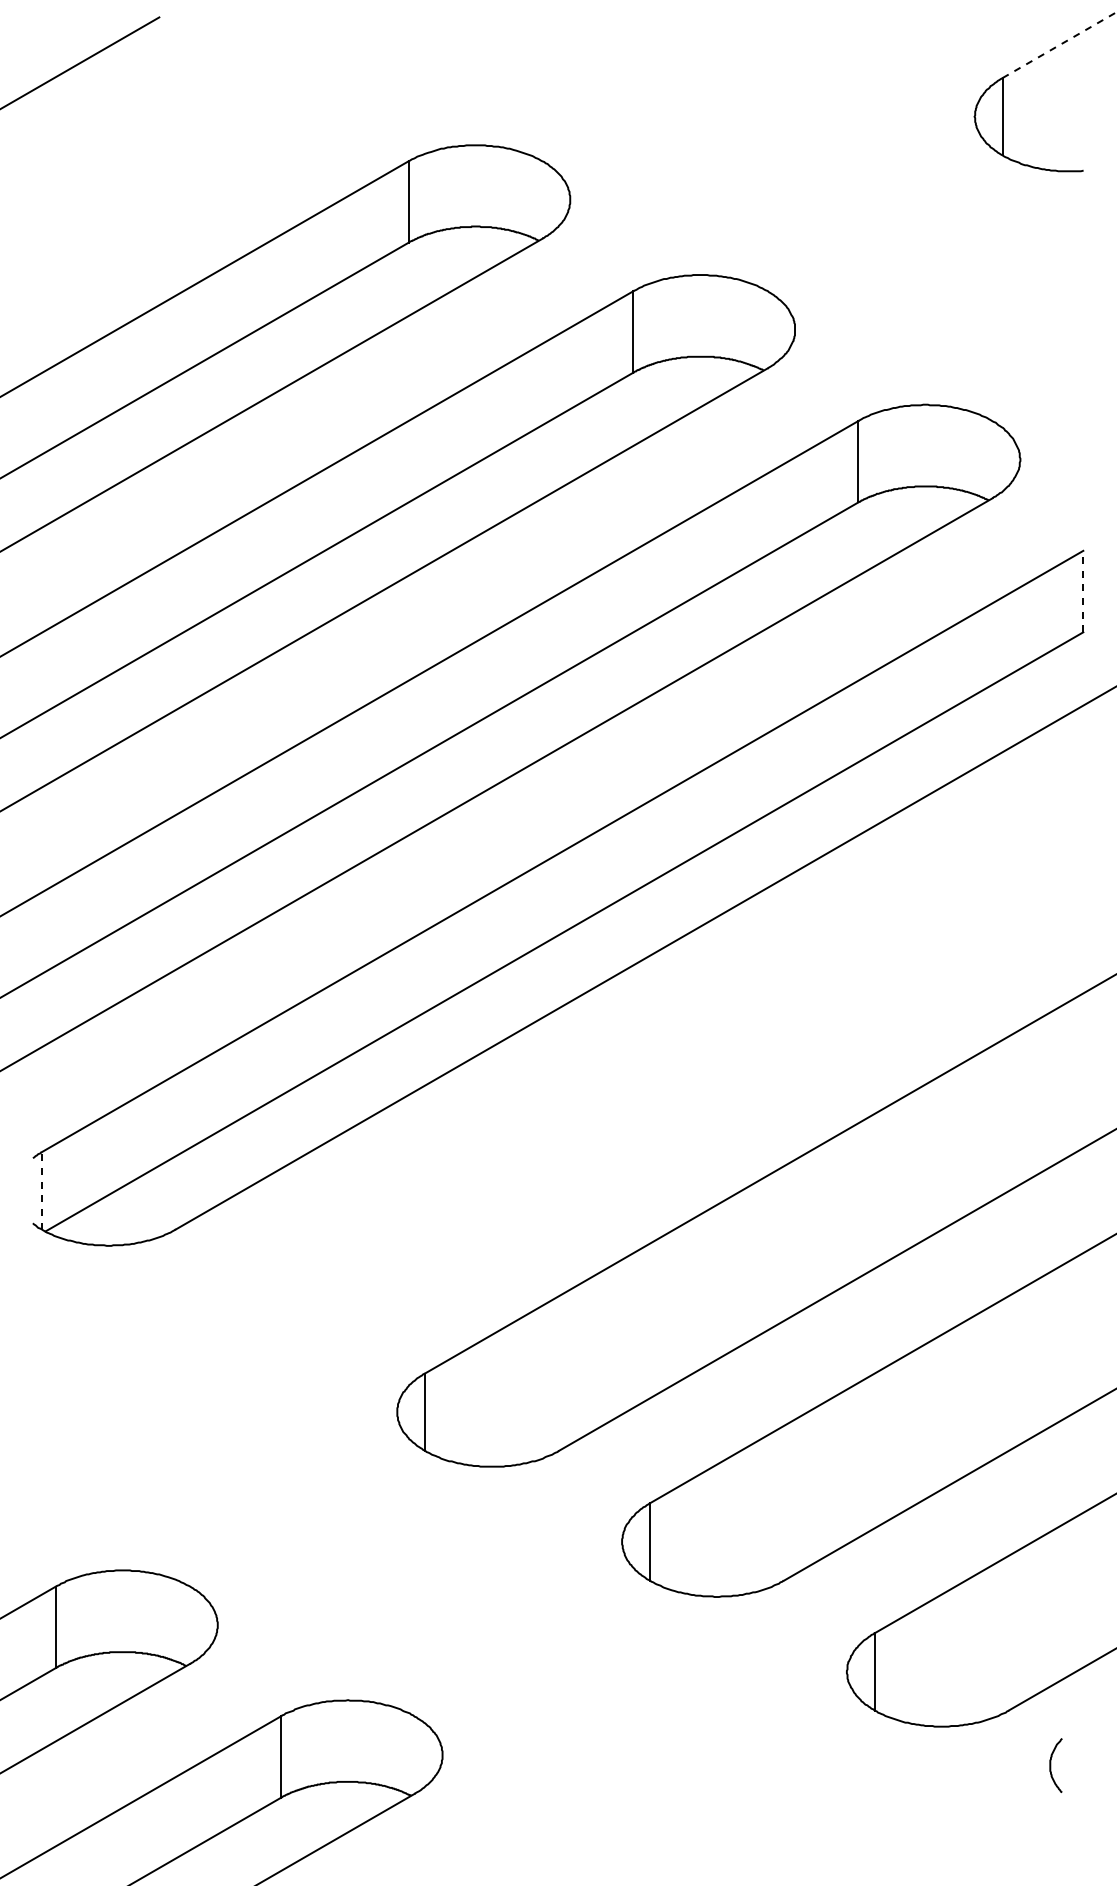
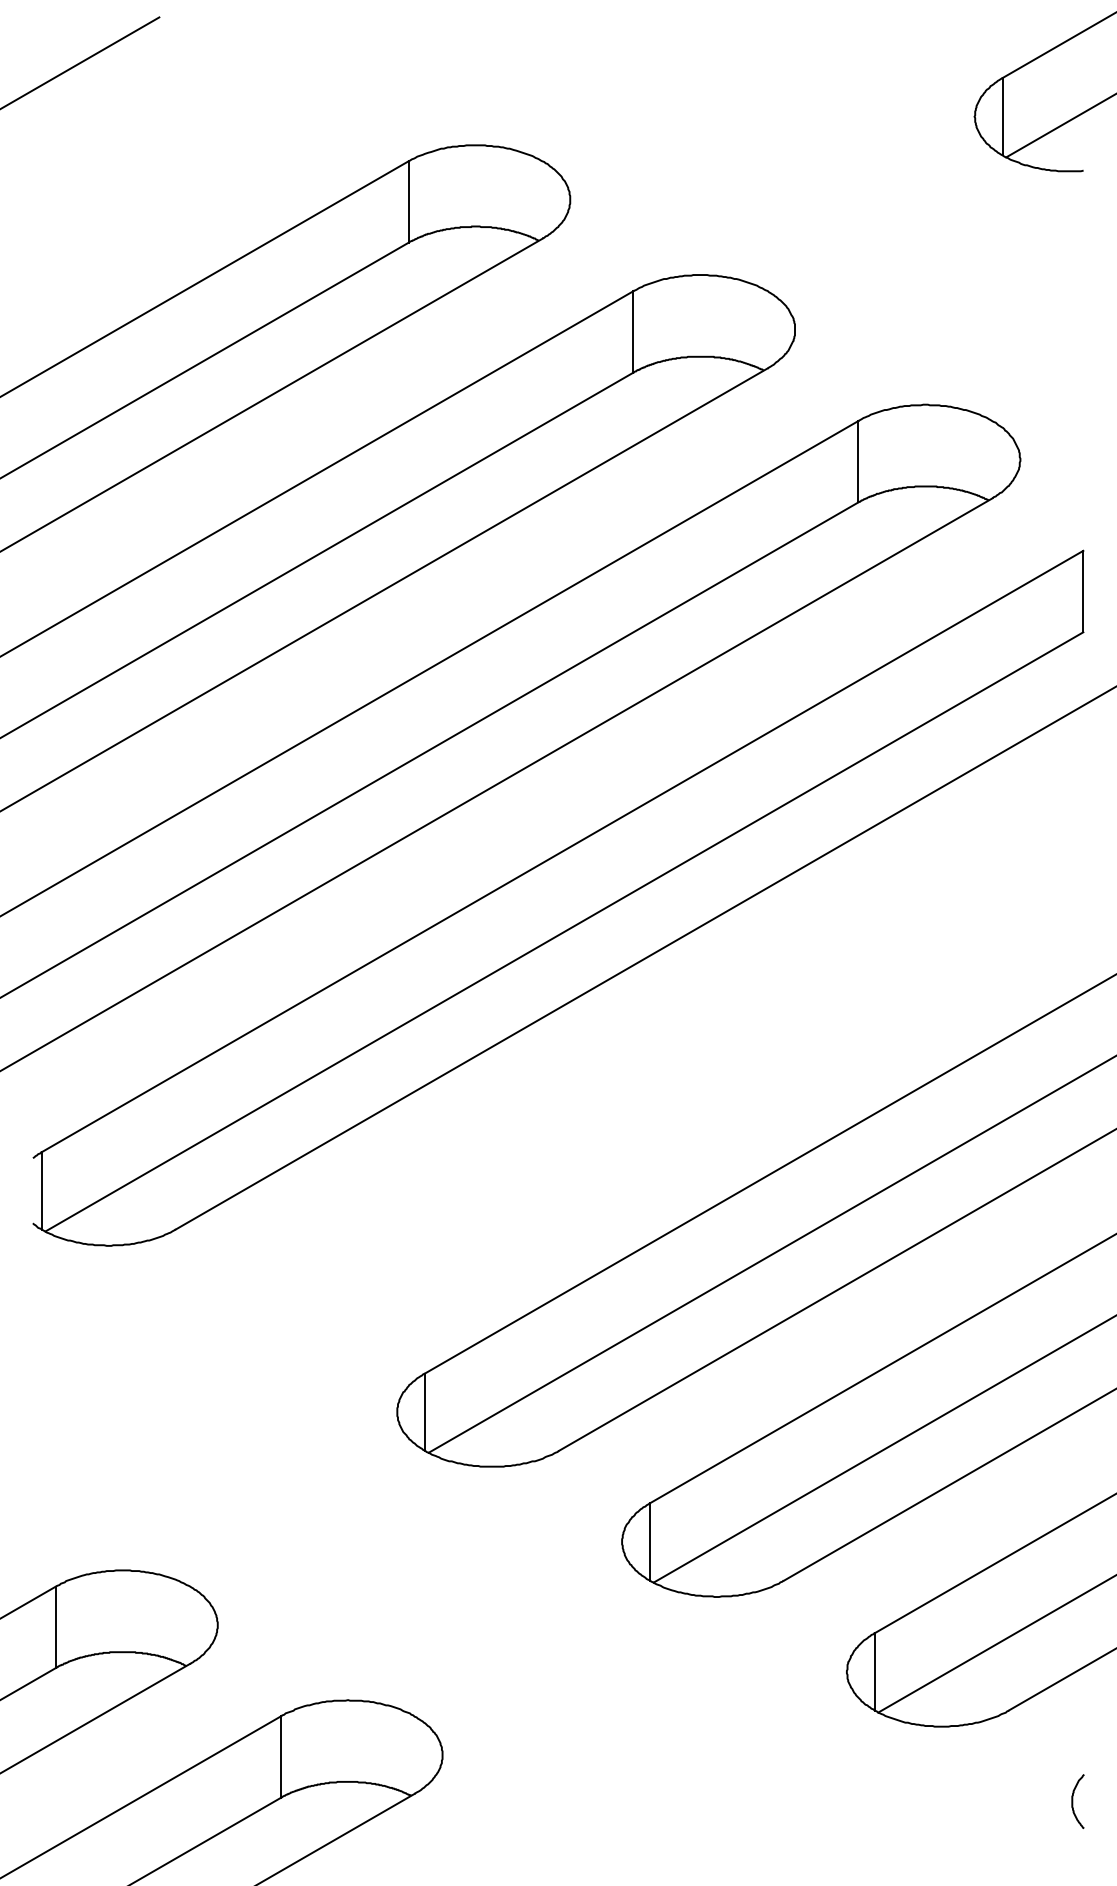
line at (1059, 45): dashed -> solid
line at (1059, 126): none -> present
line at (1083, 591): dashed -> solid
line at (41, 1190): dashed -> solid
line at (770, 1254): none -> present
line at (883, 1449): none -> present
line at (995, 1644): none -> present
curve at (1051, 1765) position: (1051, 1765) -> (1073, 1801)
